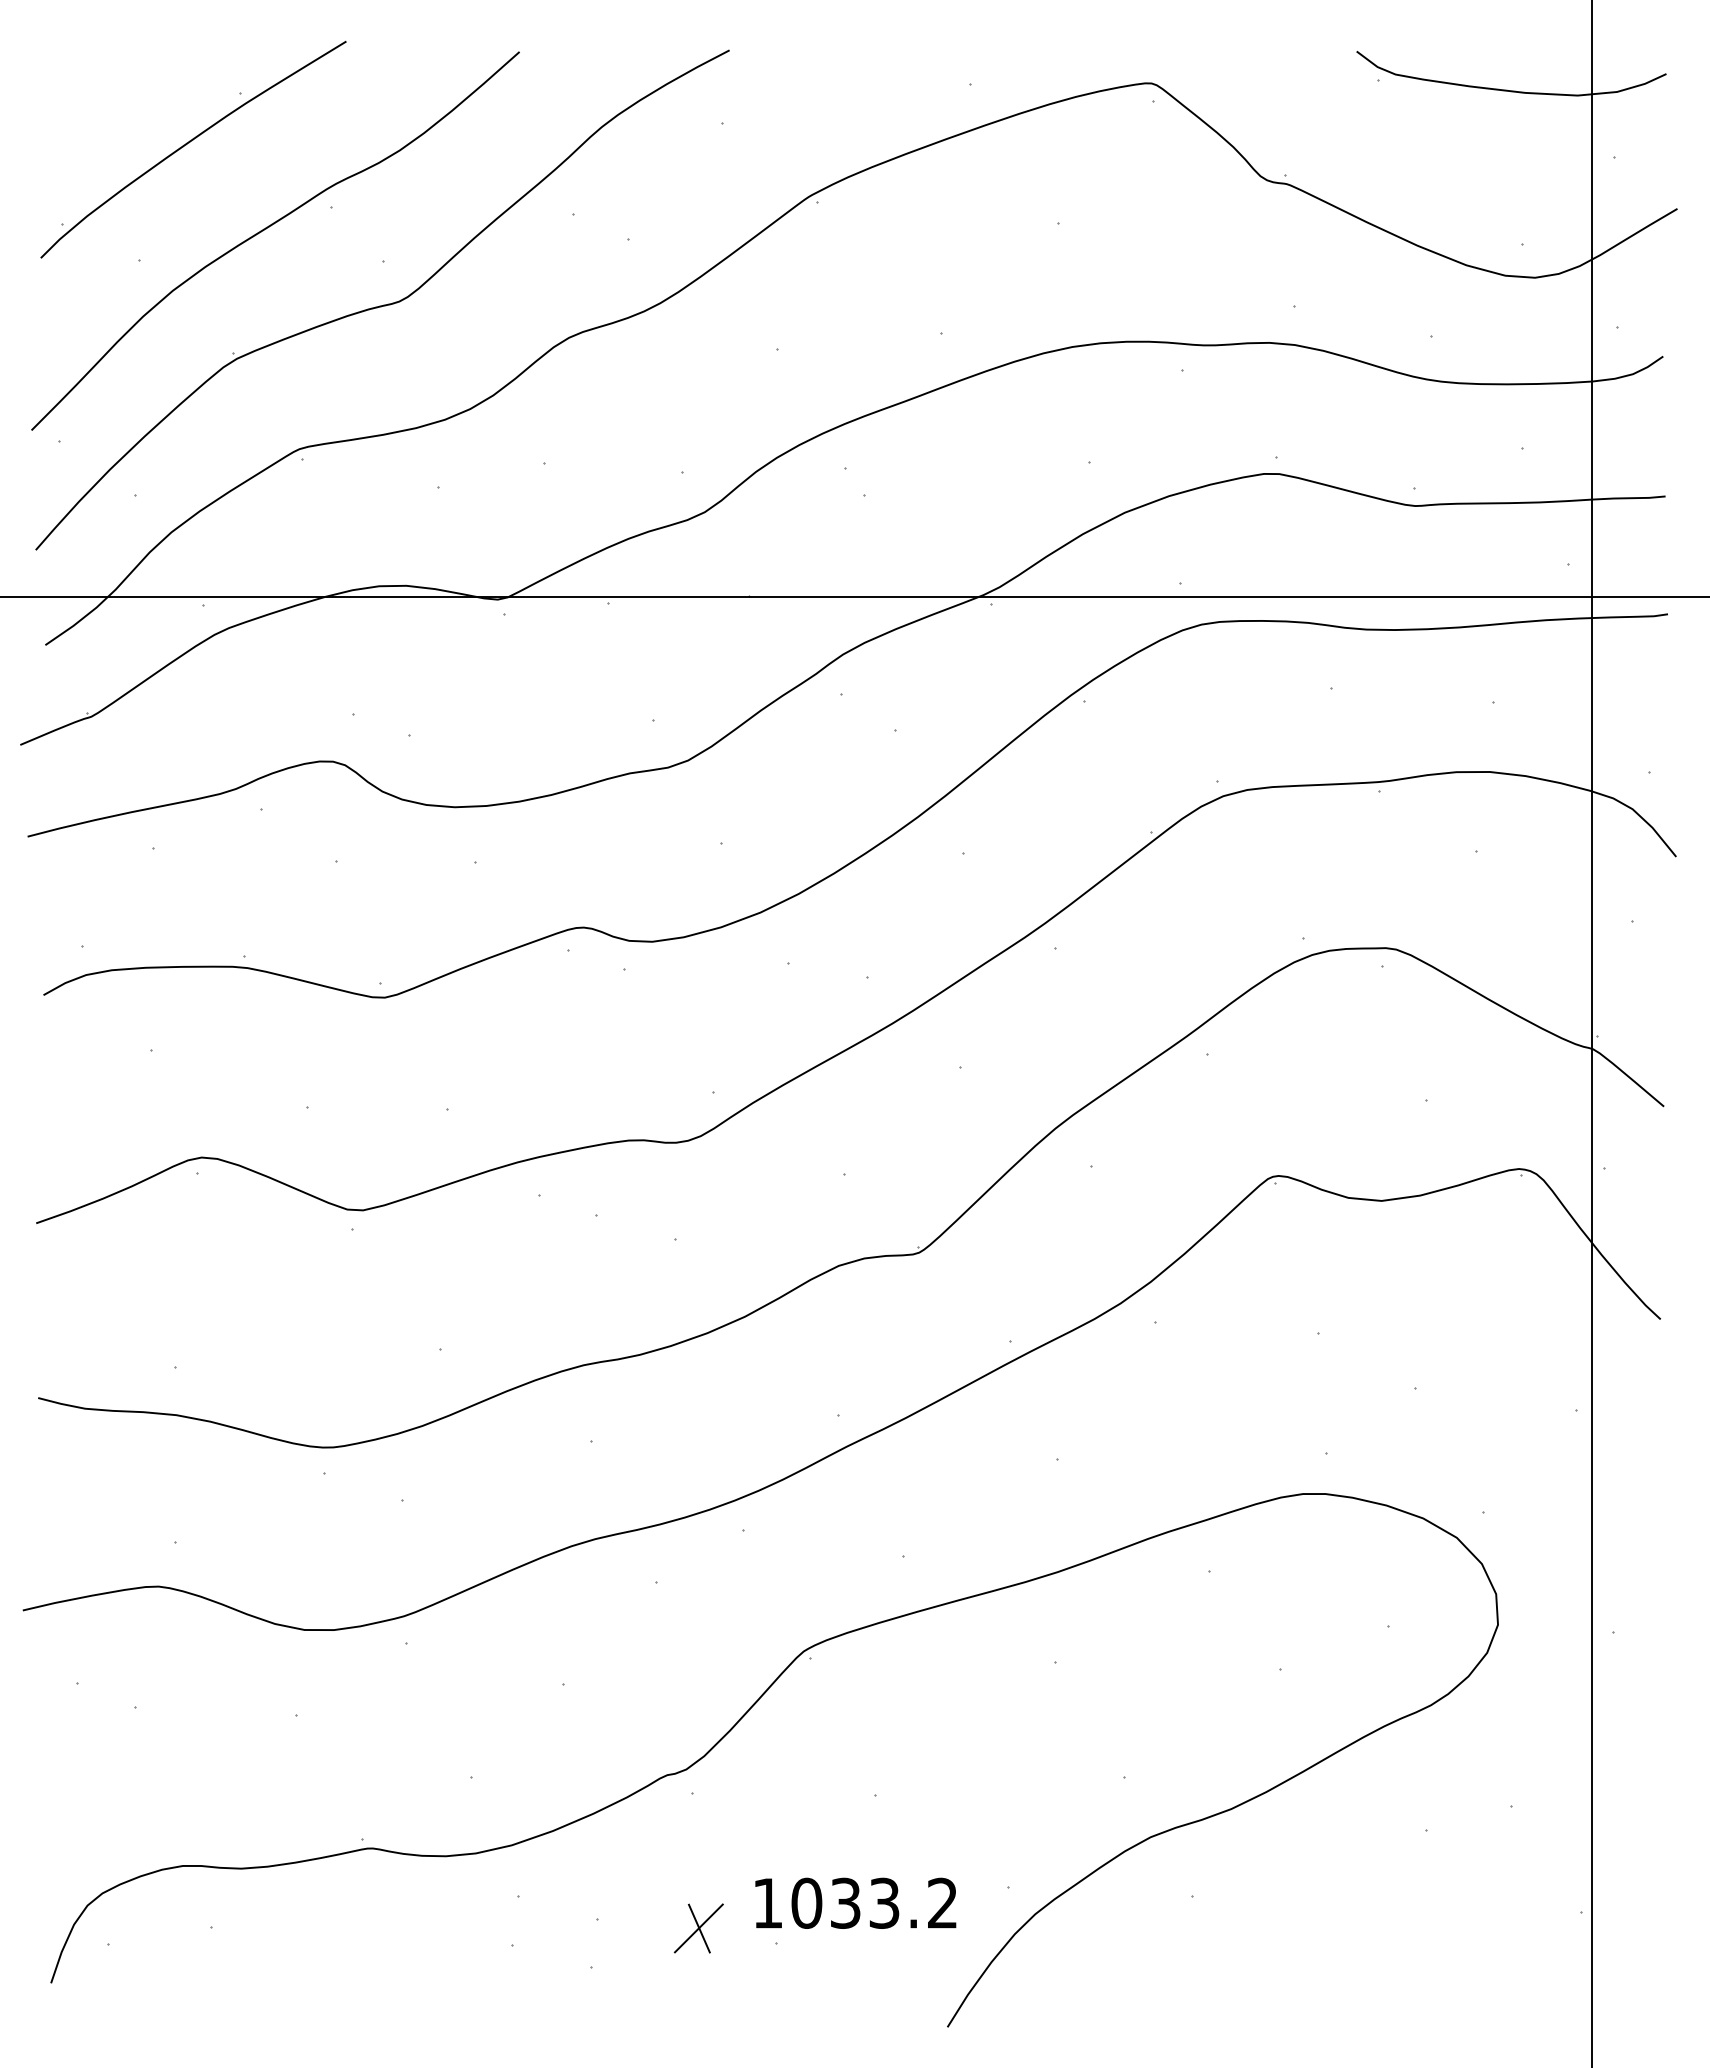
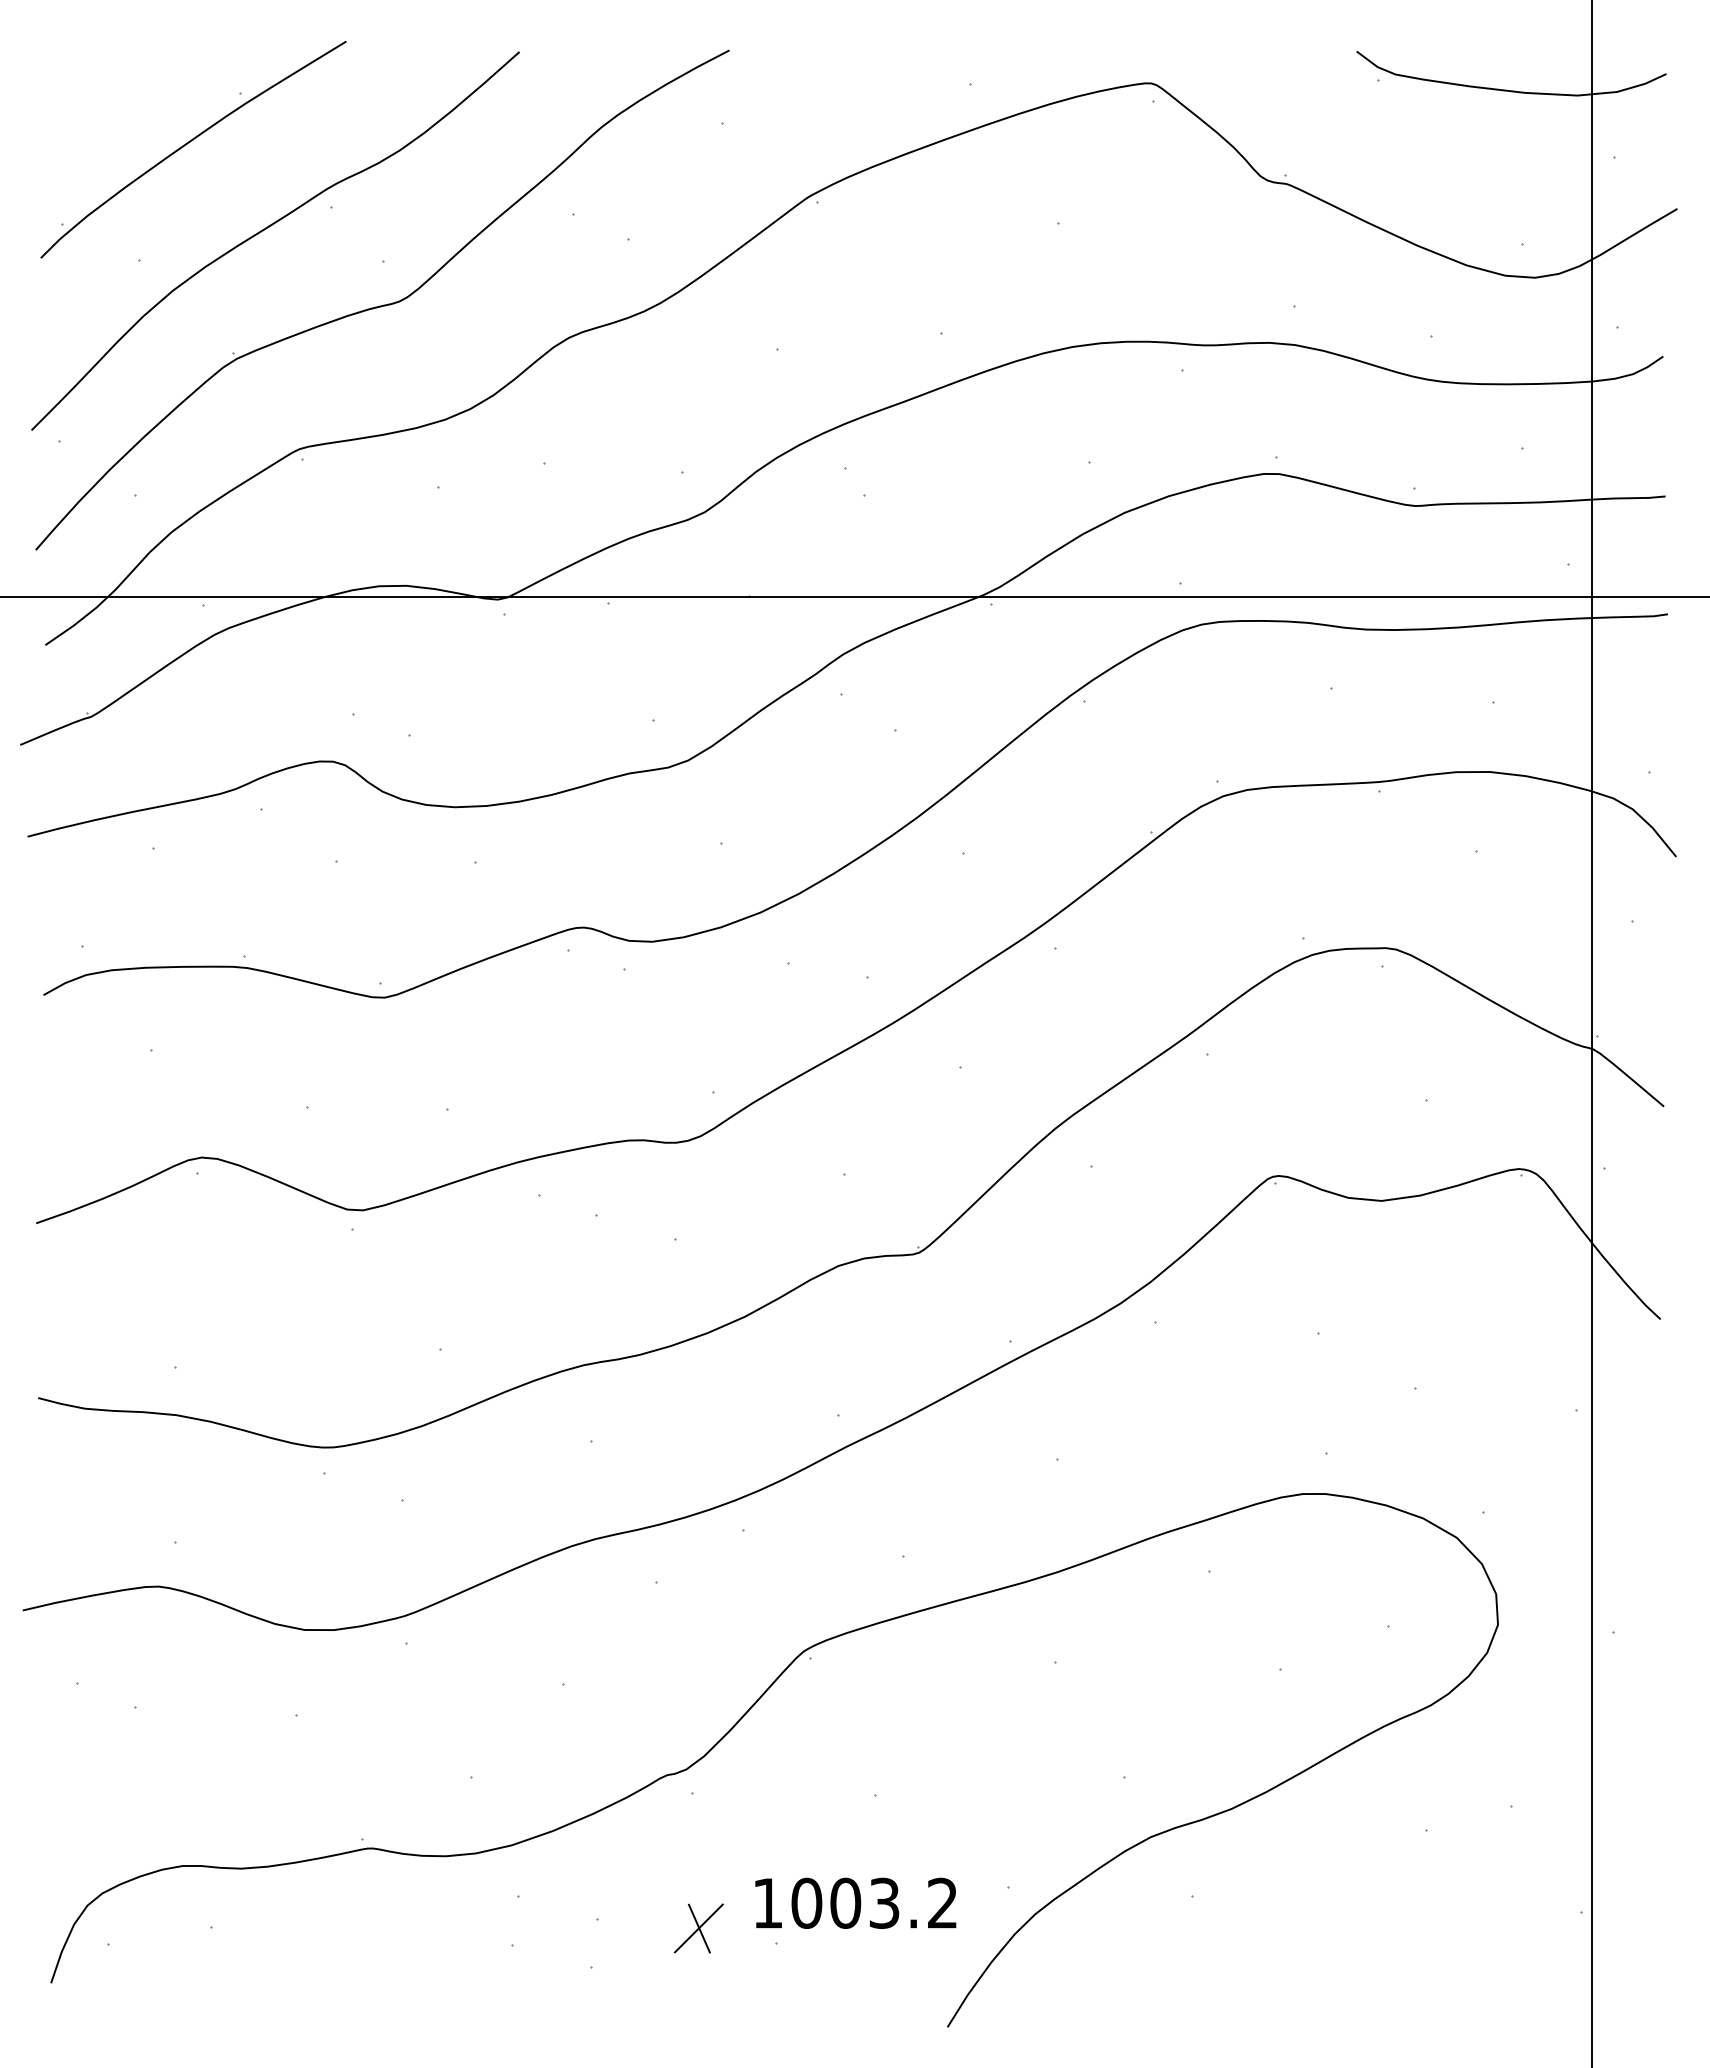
text at (845, 1902): 1033.2 -> 1003.2
